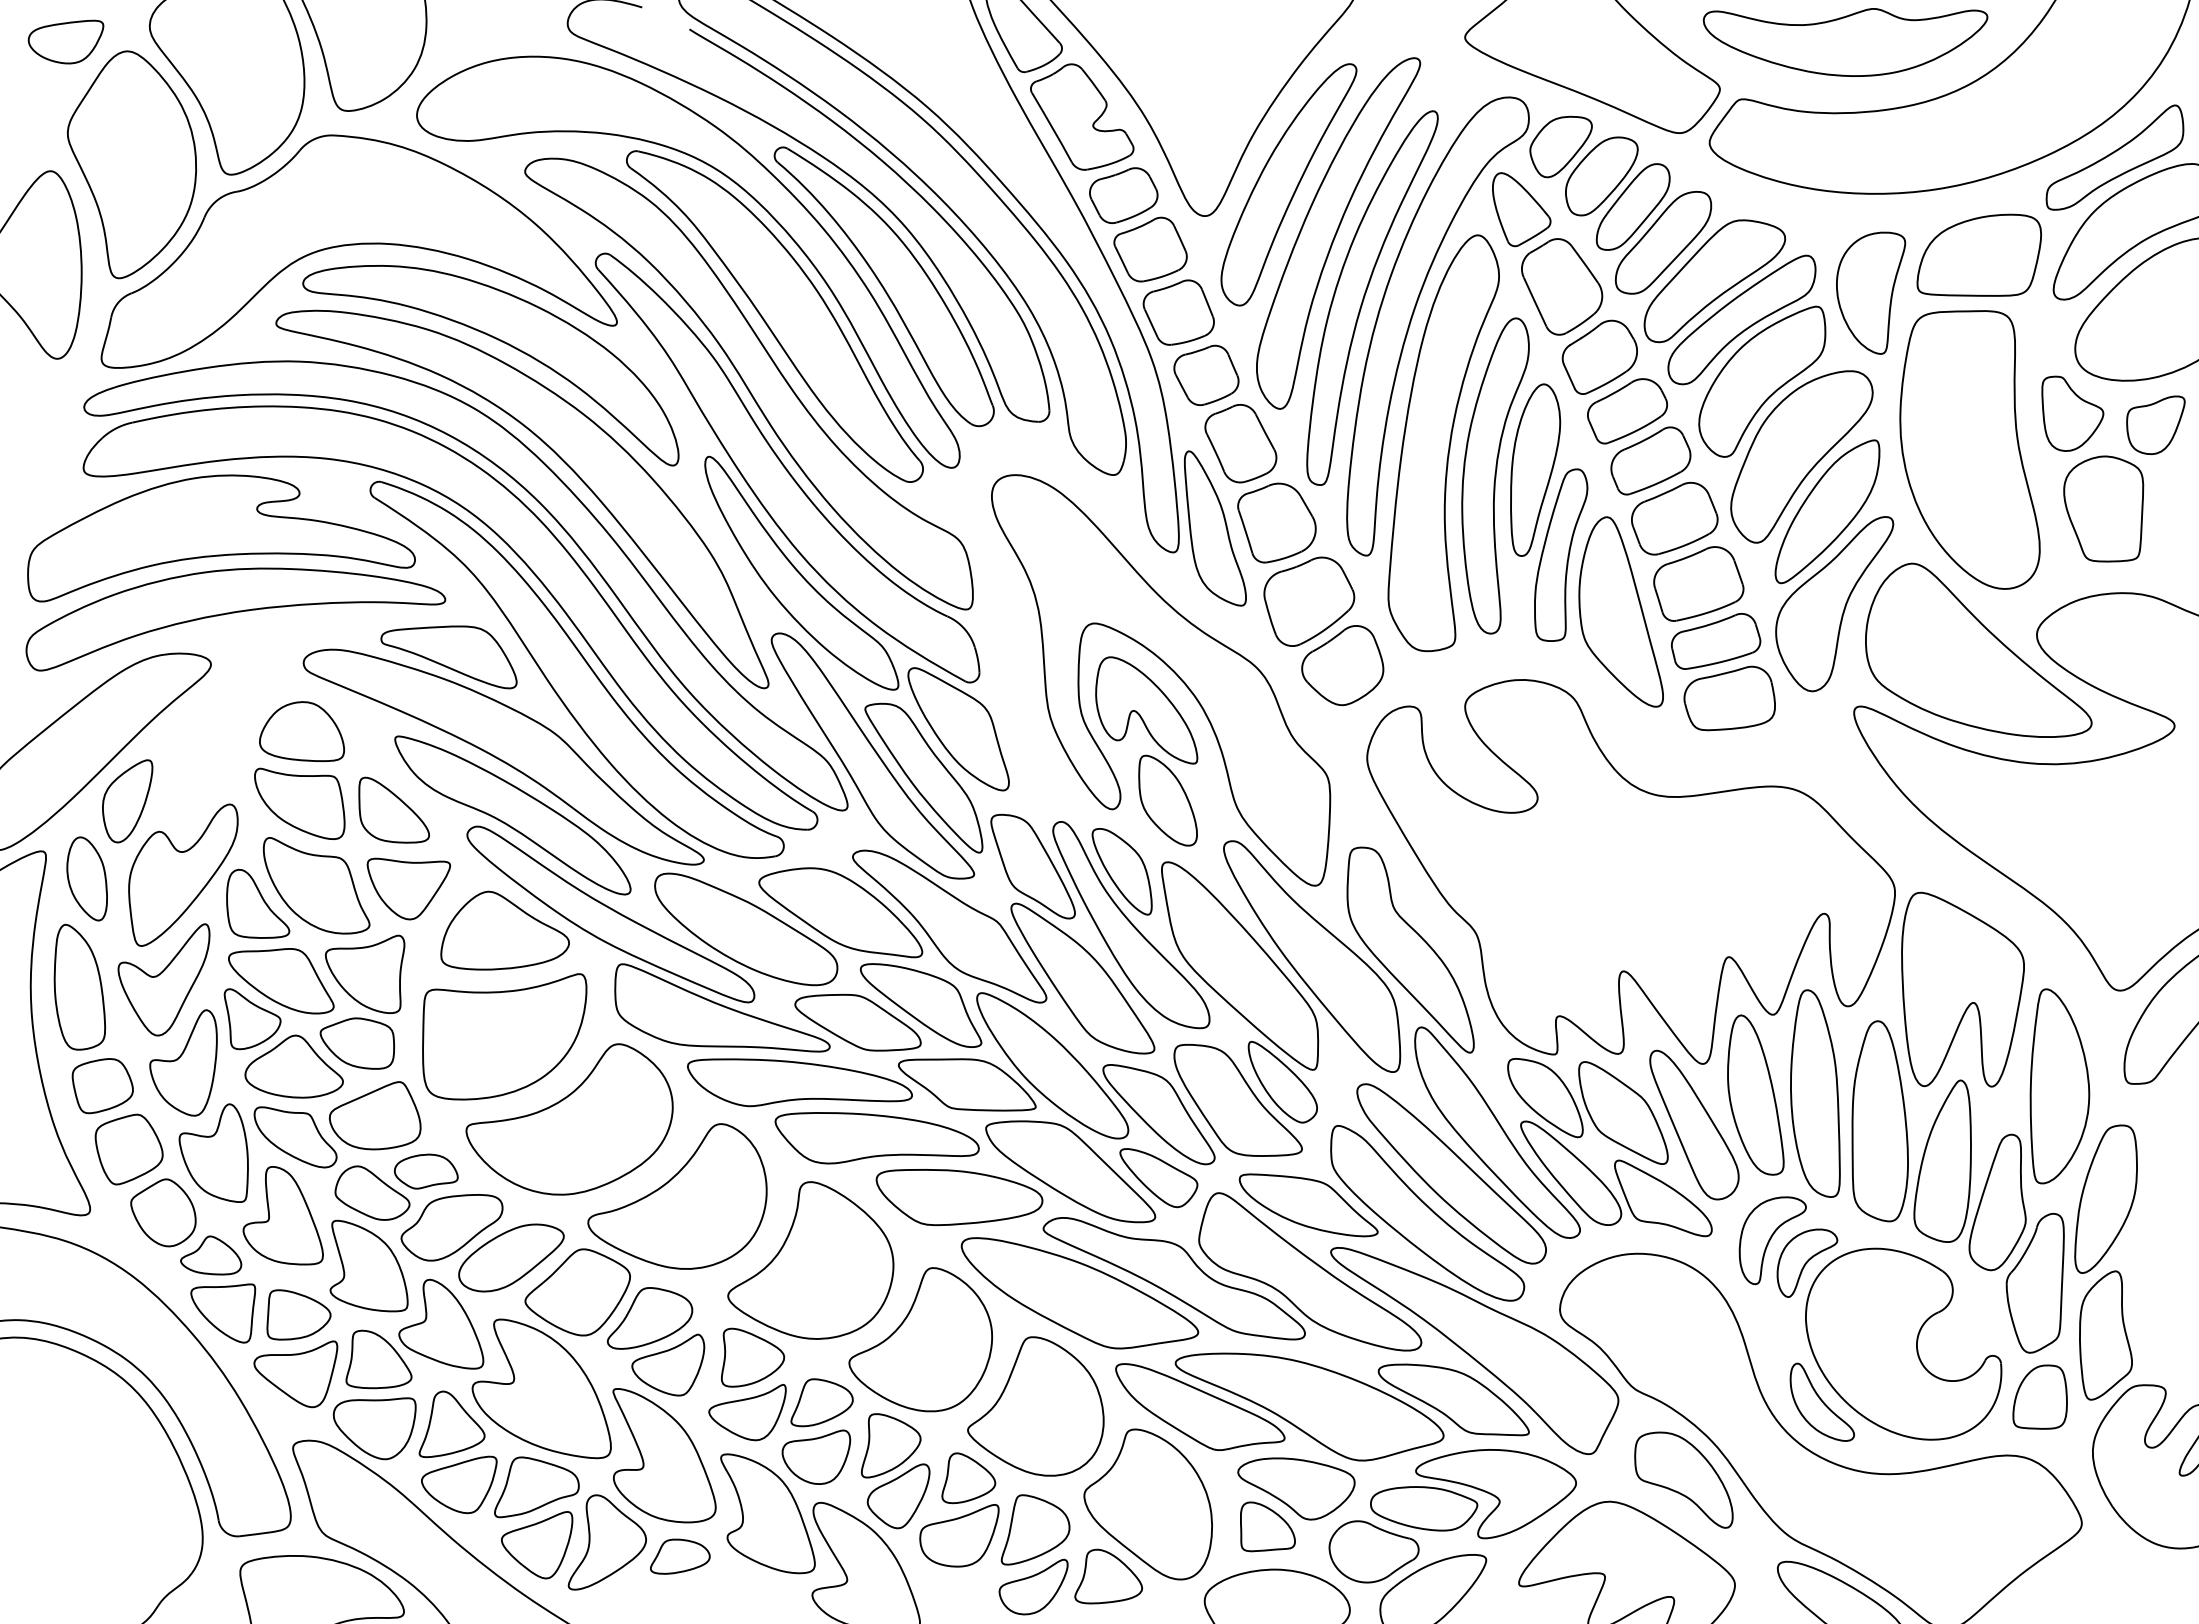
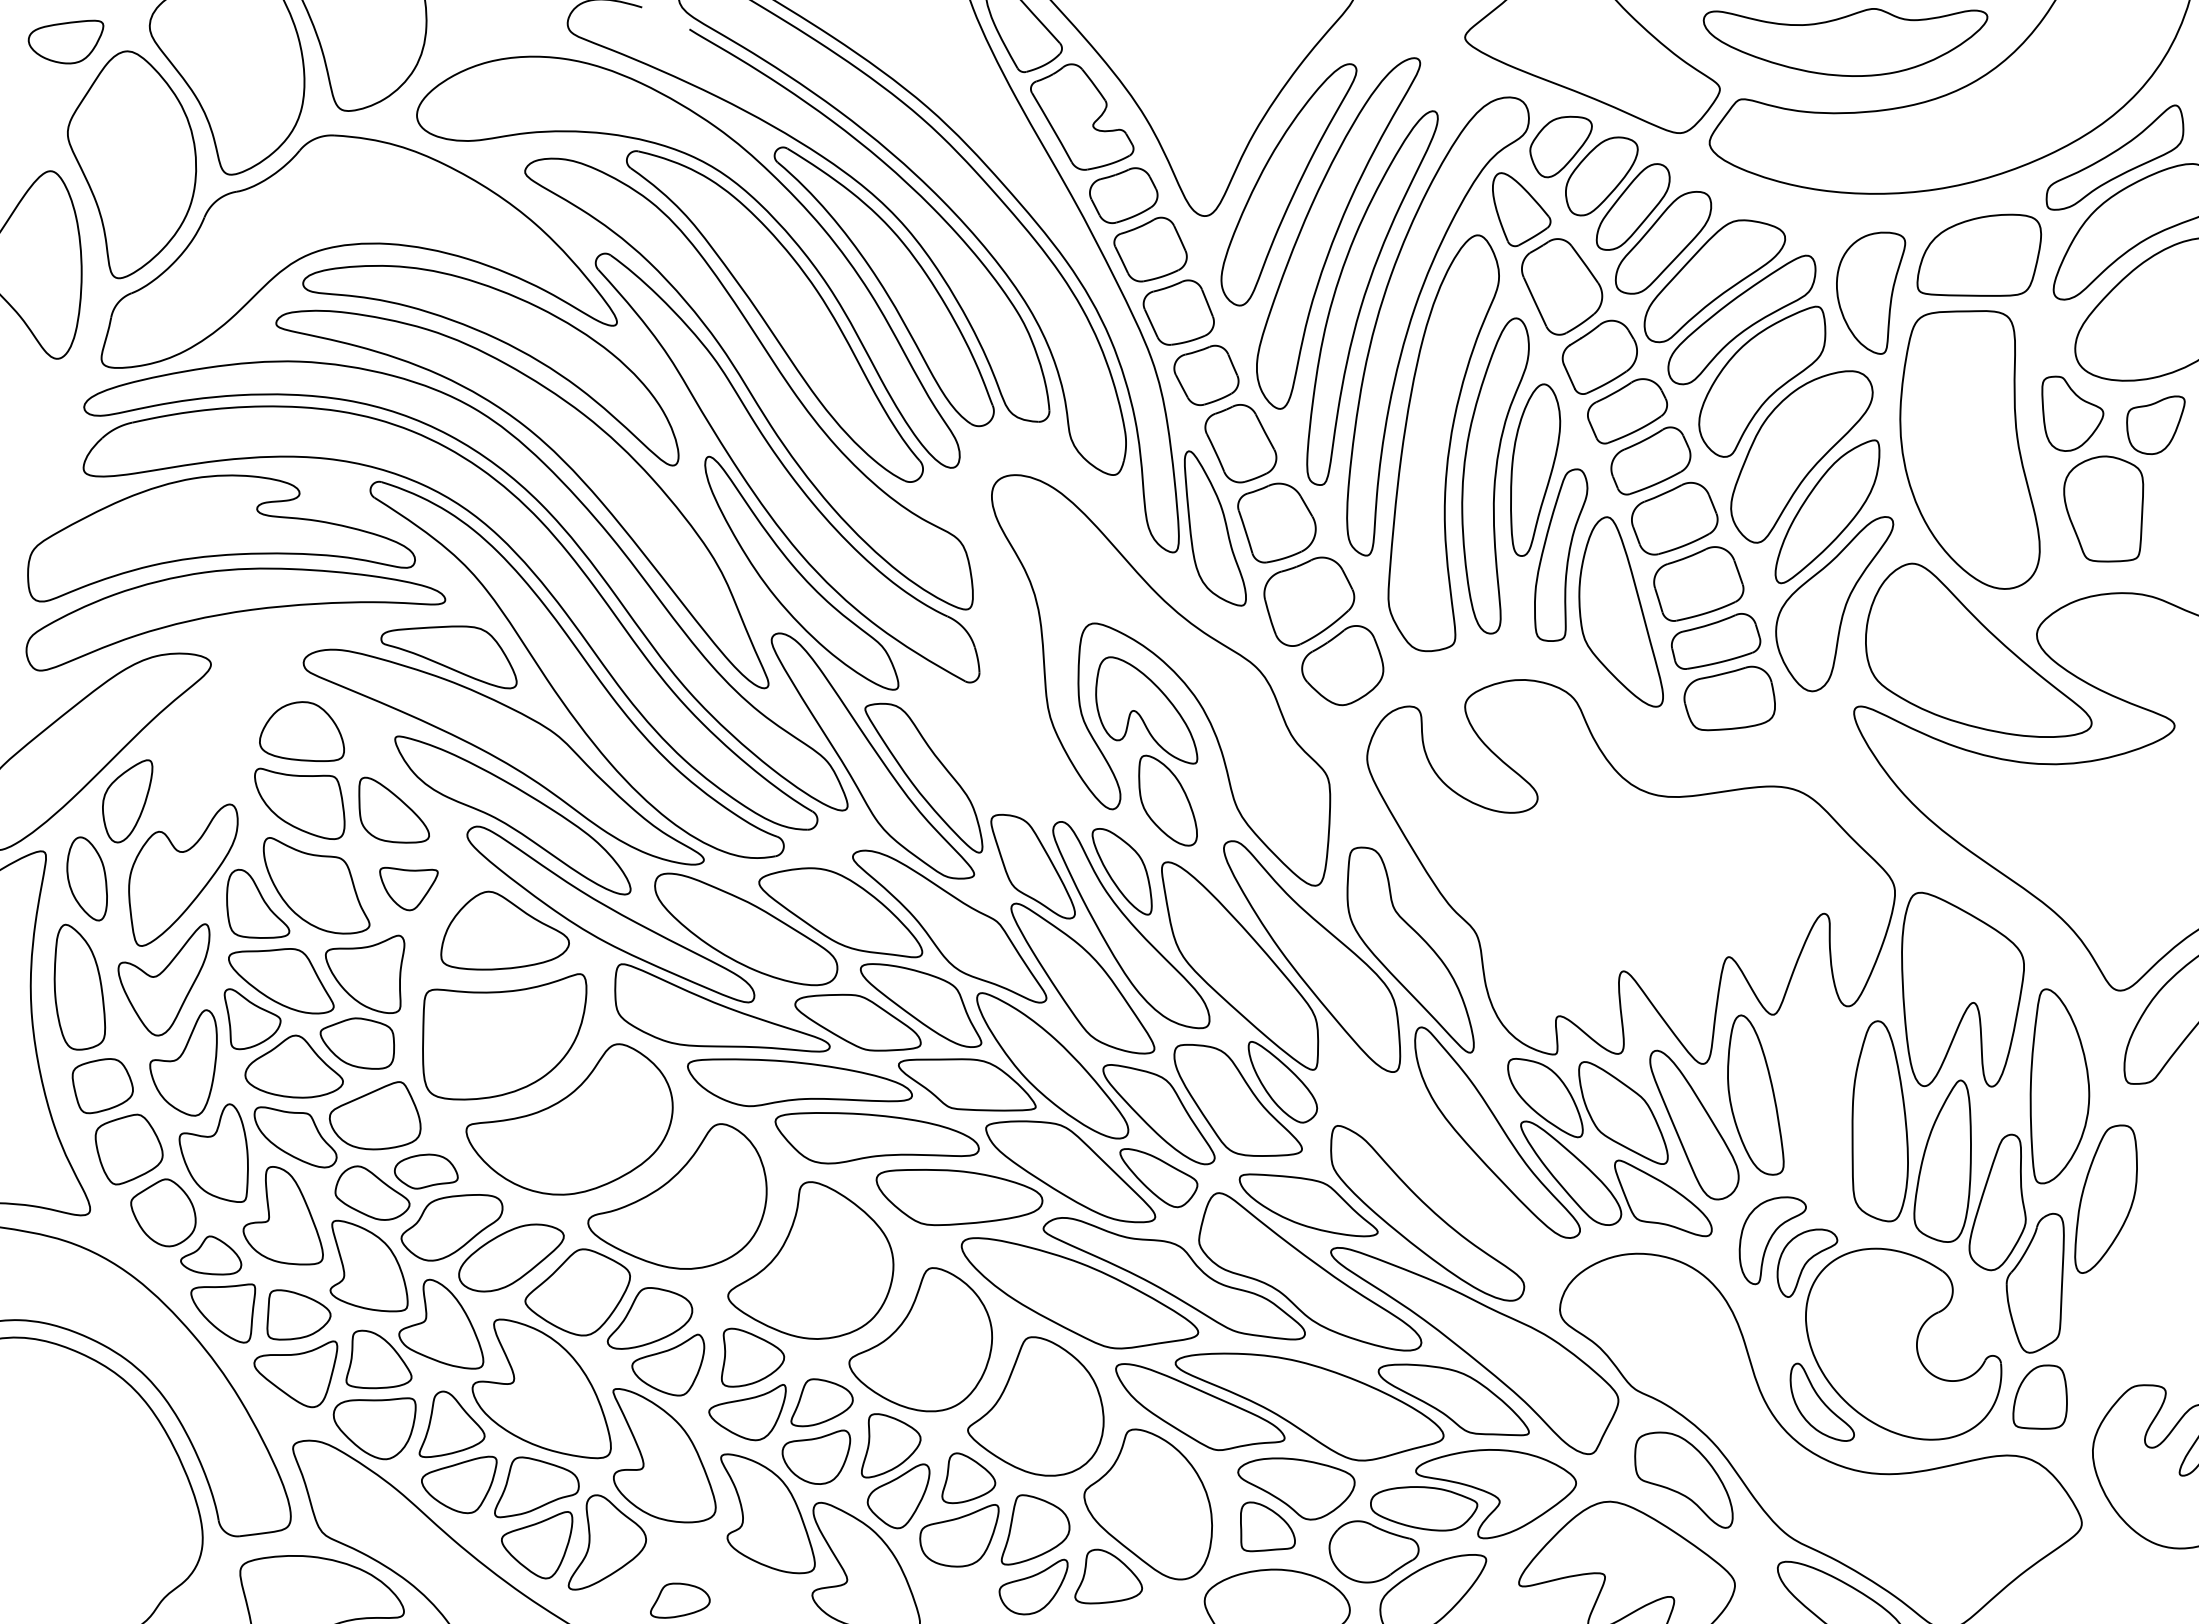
part at (958, 729): present -> none
part at (408, 888) size: 86x64 px -> 60x46 px
part at (1815, 1093): present -> none
part at (1451, 1173): present -> none
part at (2105, 1335): present -> none
part at (680, 1556) position: (680, 1556) -> (680, 1600)
